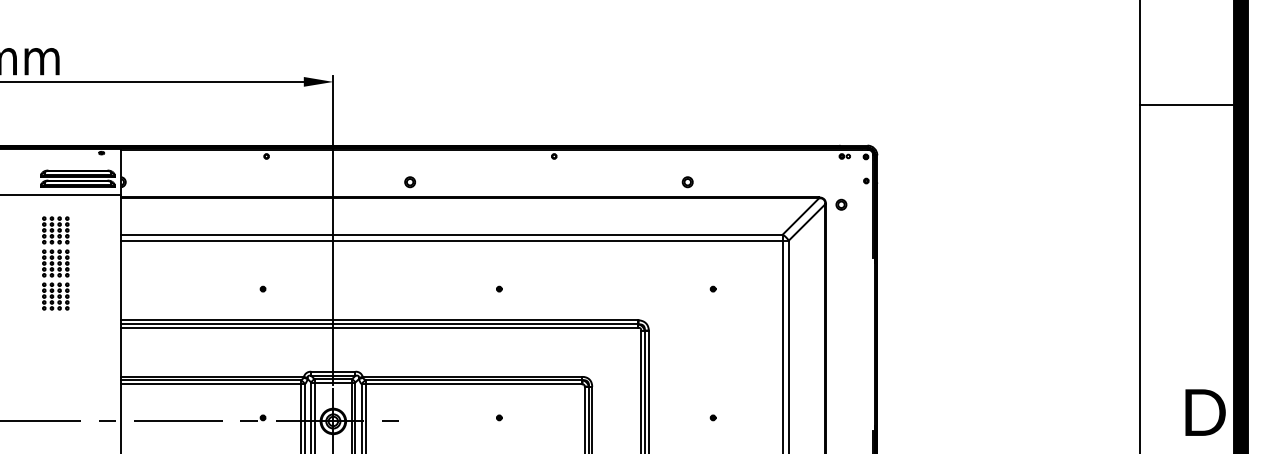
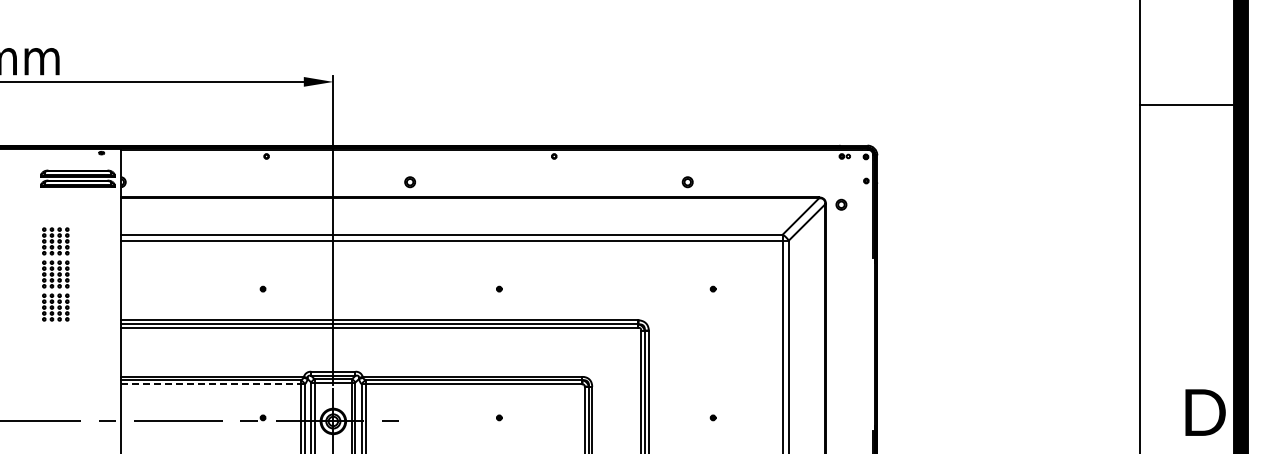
line at (61, 194): present -> none
part at (55, 263) position: (55, 263) -> (55, 274)
line at (213, 384): solid -> dashed
